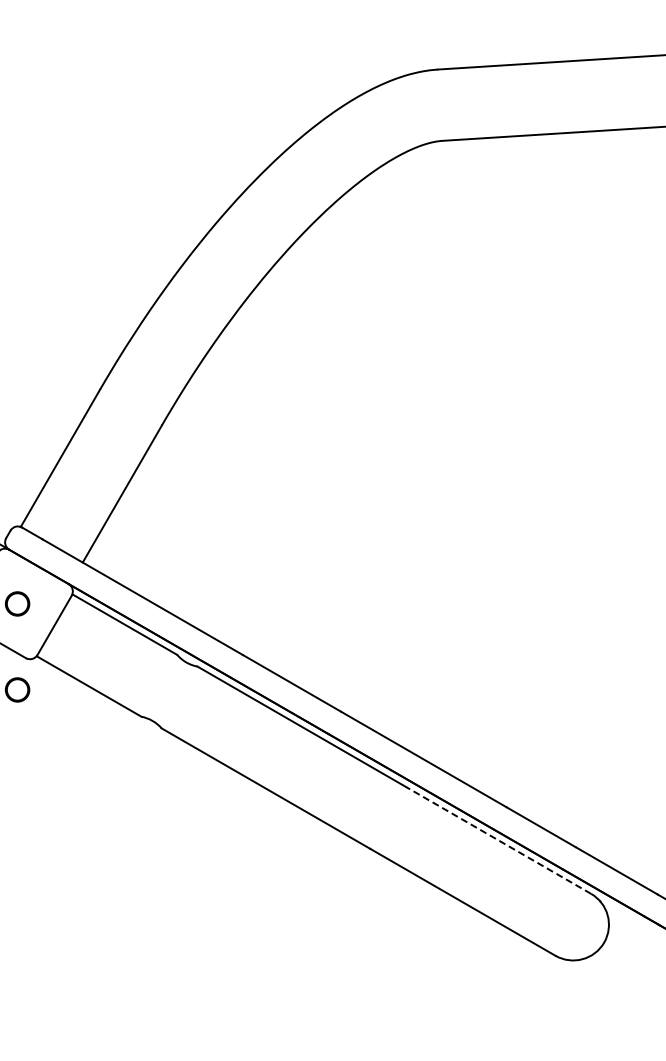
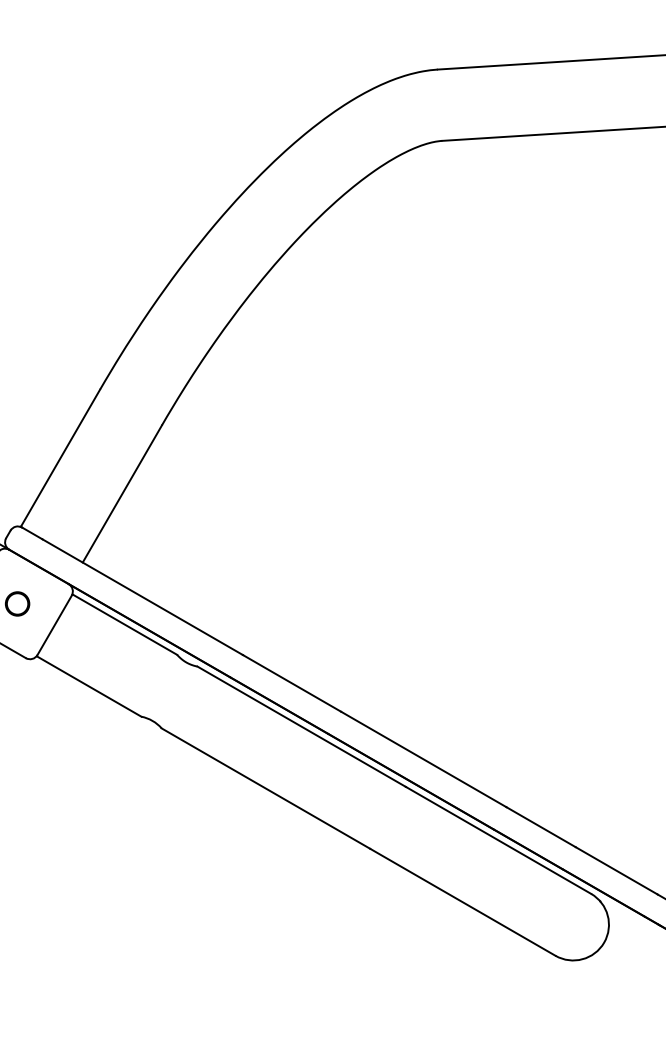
circle at (17, 689): present -> none
line at (498, 840): dashed -> solid
